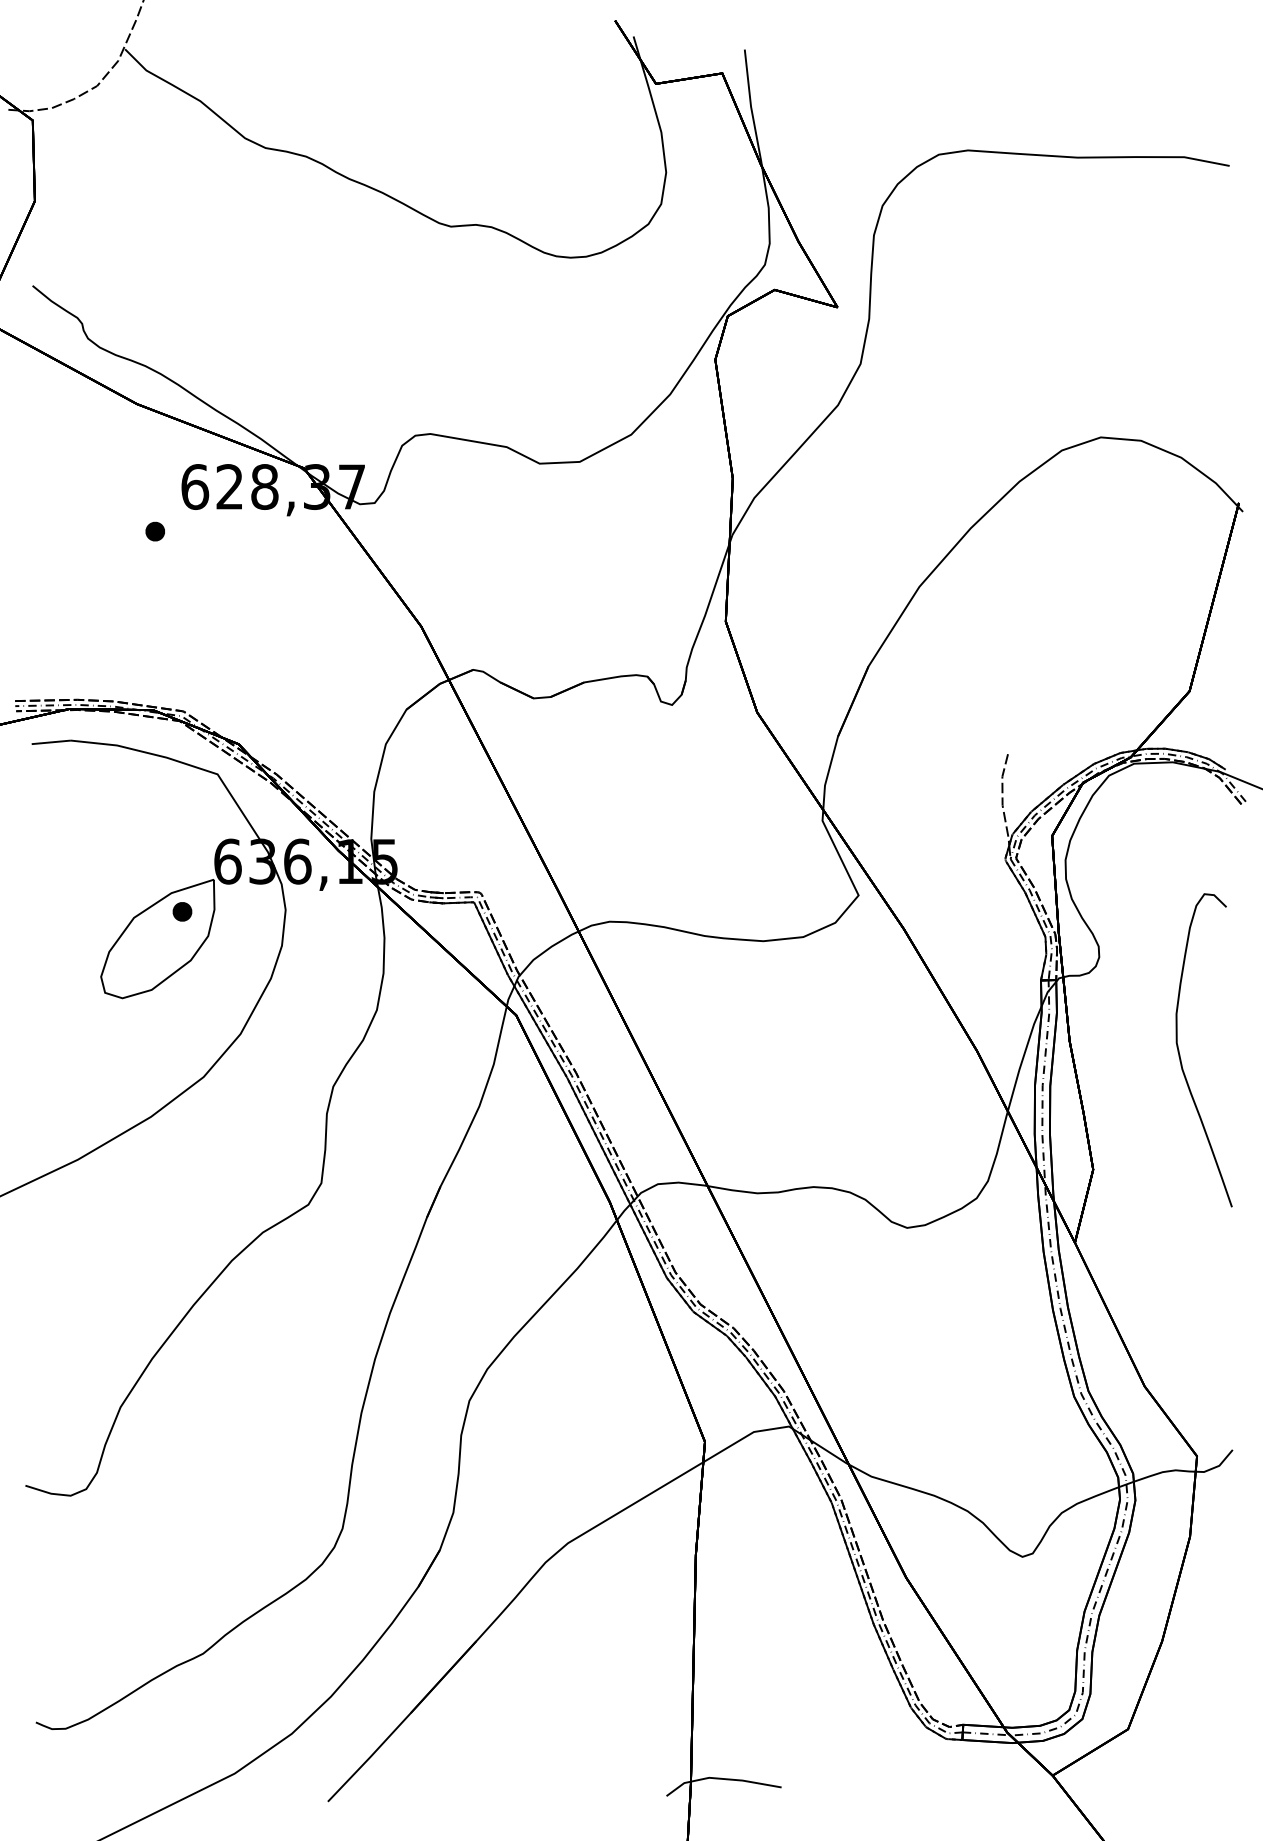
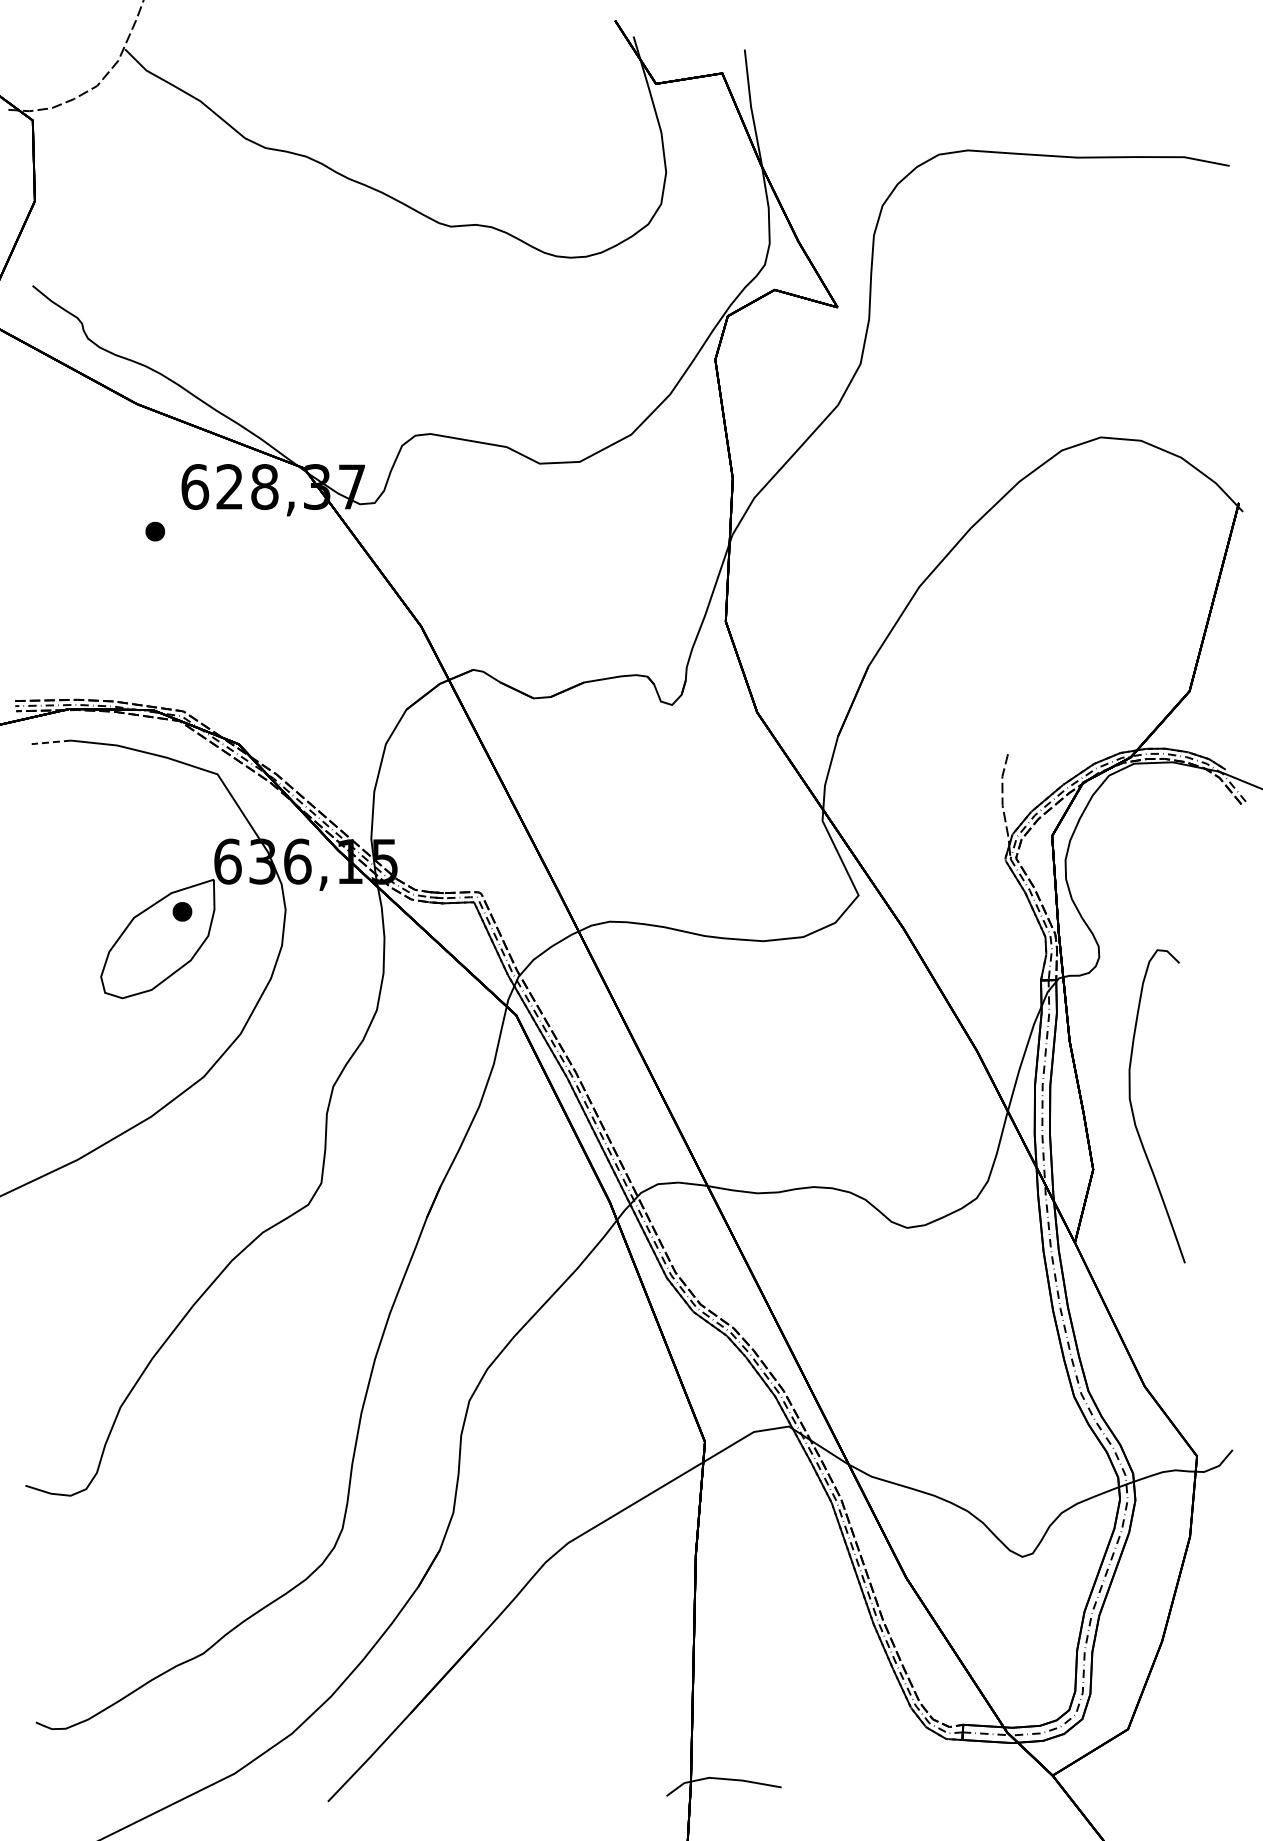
line at (51, 742): solid -> dashed
curve at (1180, 1054) position: (1180, 1054) -> (1133, 1110)
